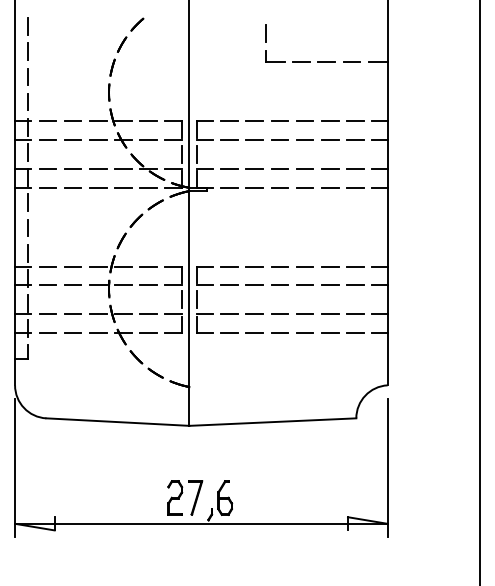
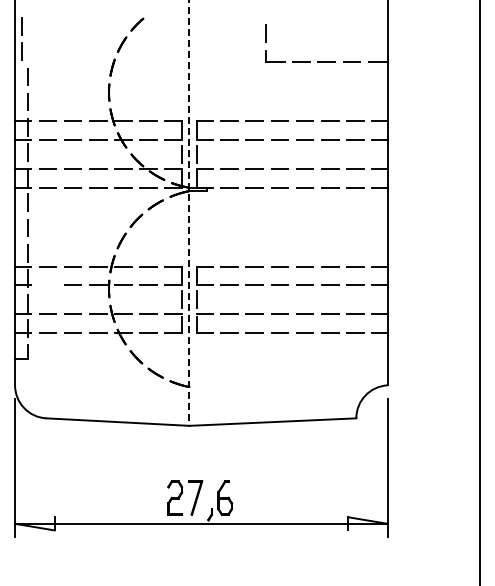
line at (27, 35) position: (27, 35) -> (21, 35)
line at (189, 213): solid -> dashed
line at (47, 284): present -> none
